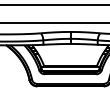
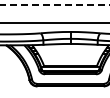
line at (55, 5): solid -> dashed
